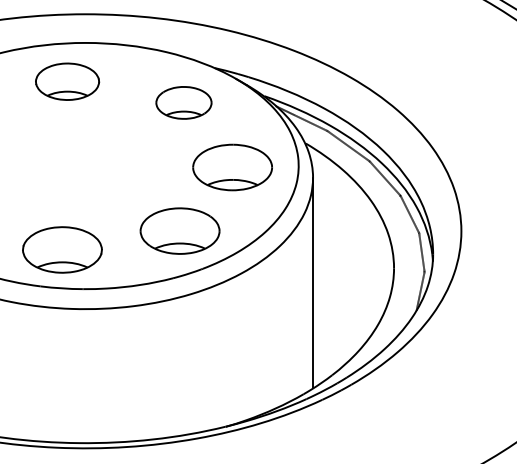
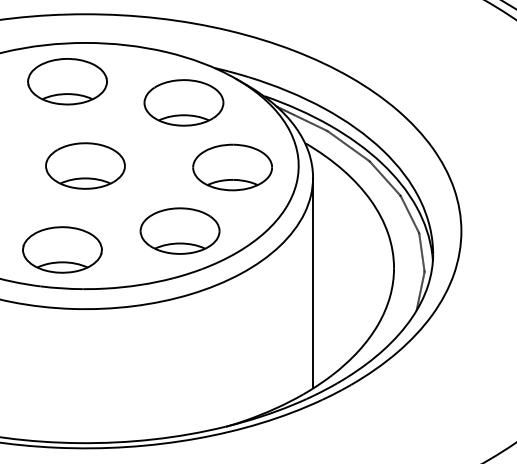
part at (67, 81) size: 66x39 px -> 81x48 px
part at (183, 102) size: 58x34 px -> 82x48 px
part at (85, 165): none -> present
